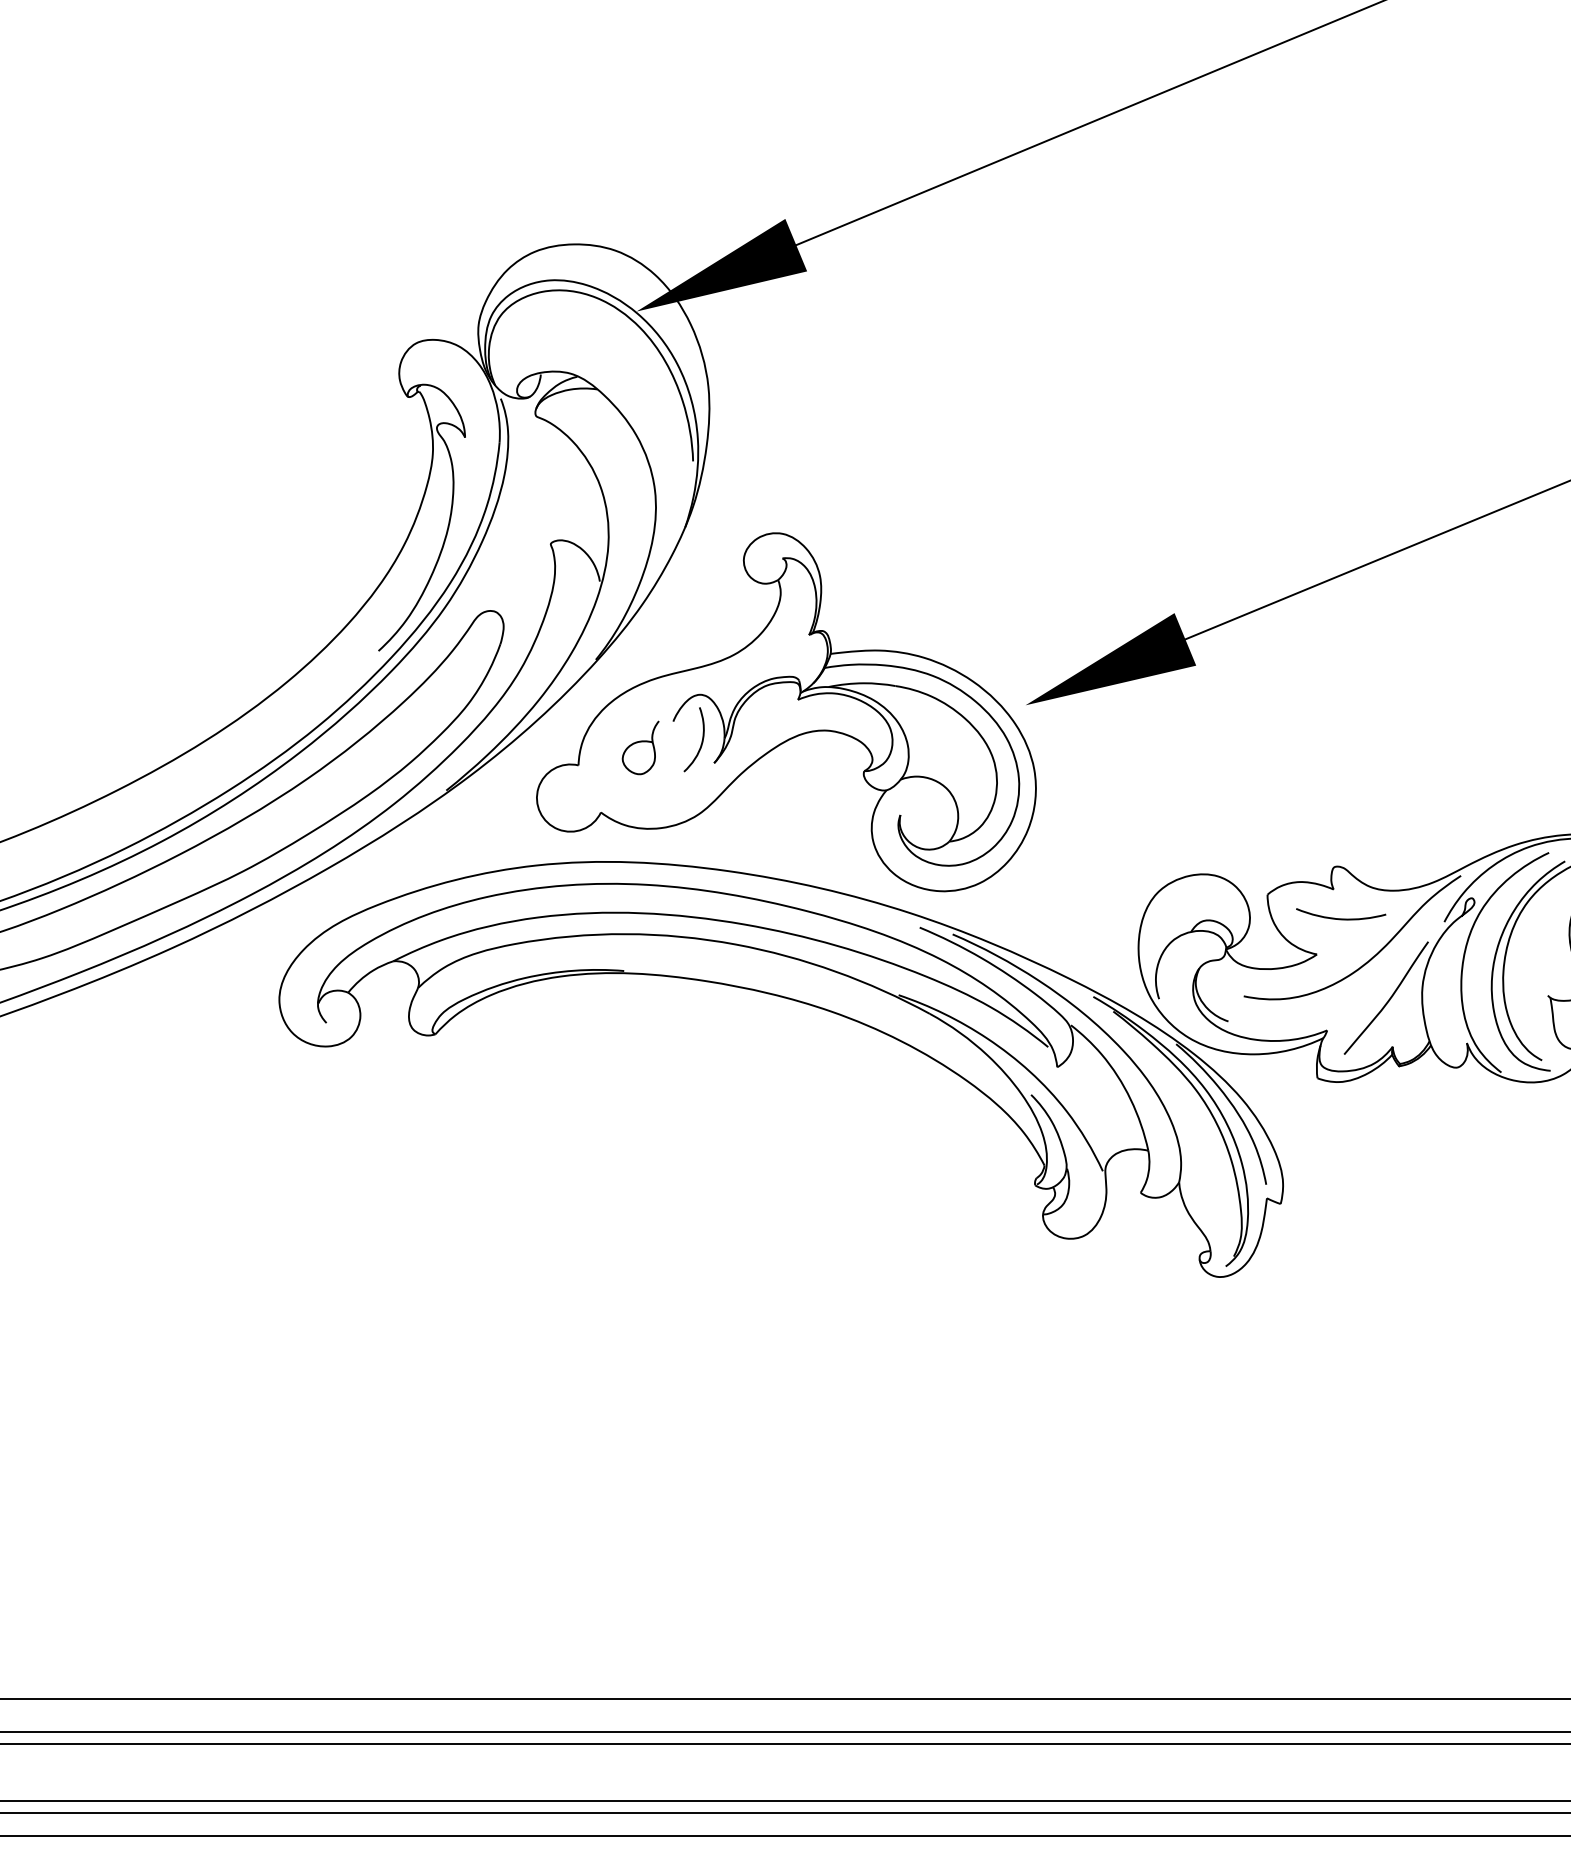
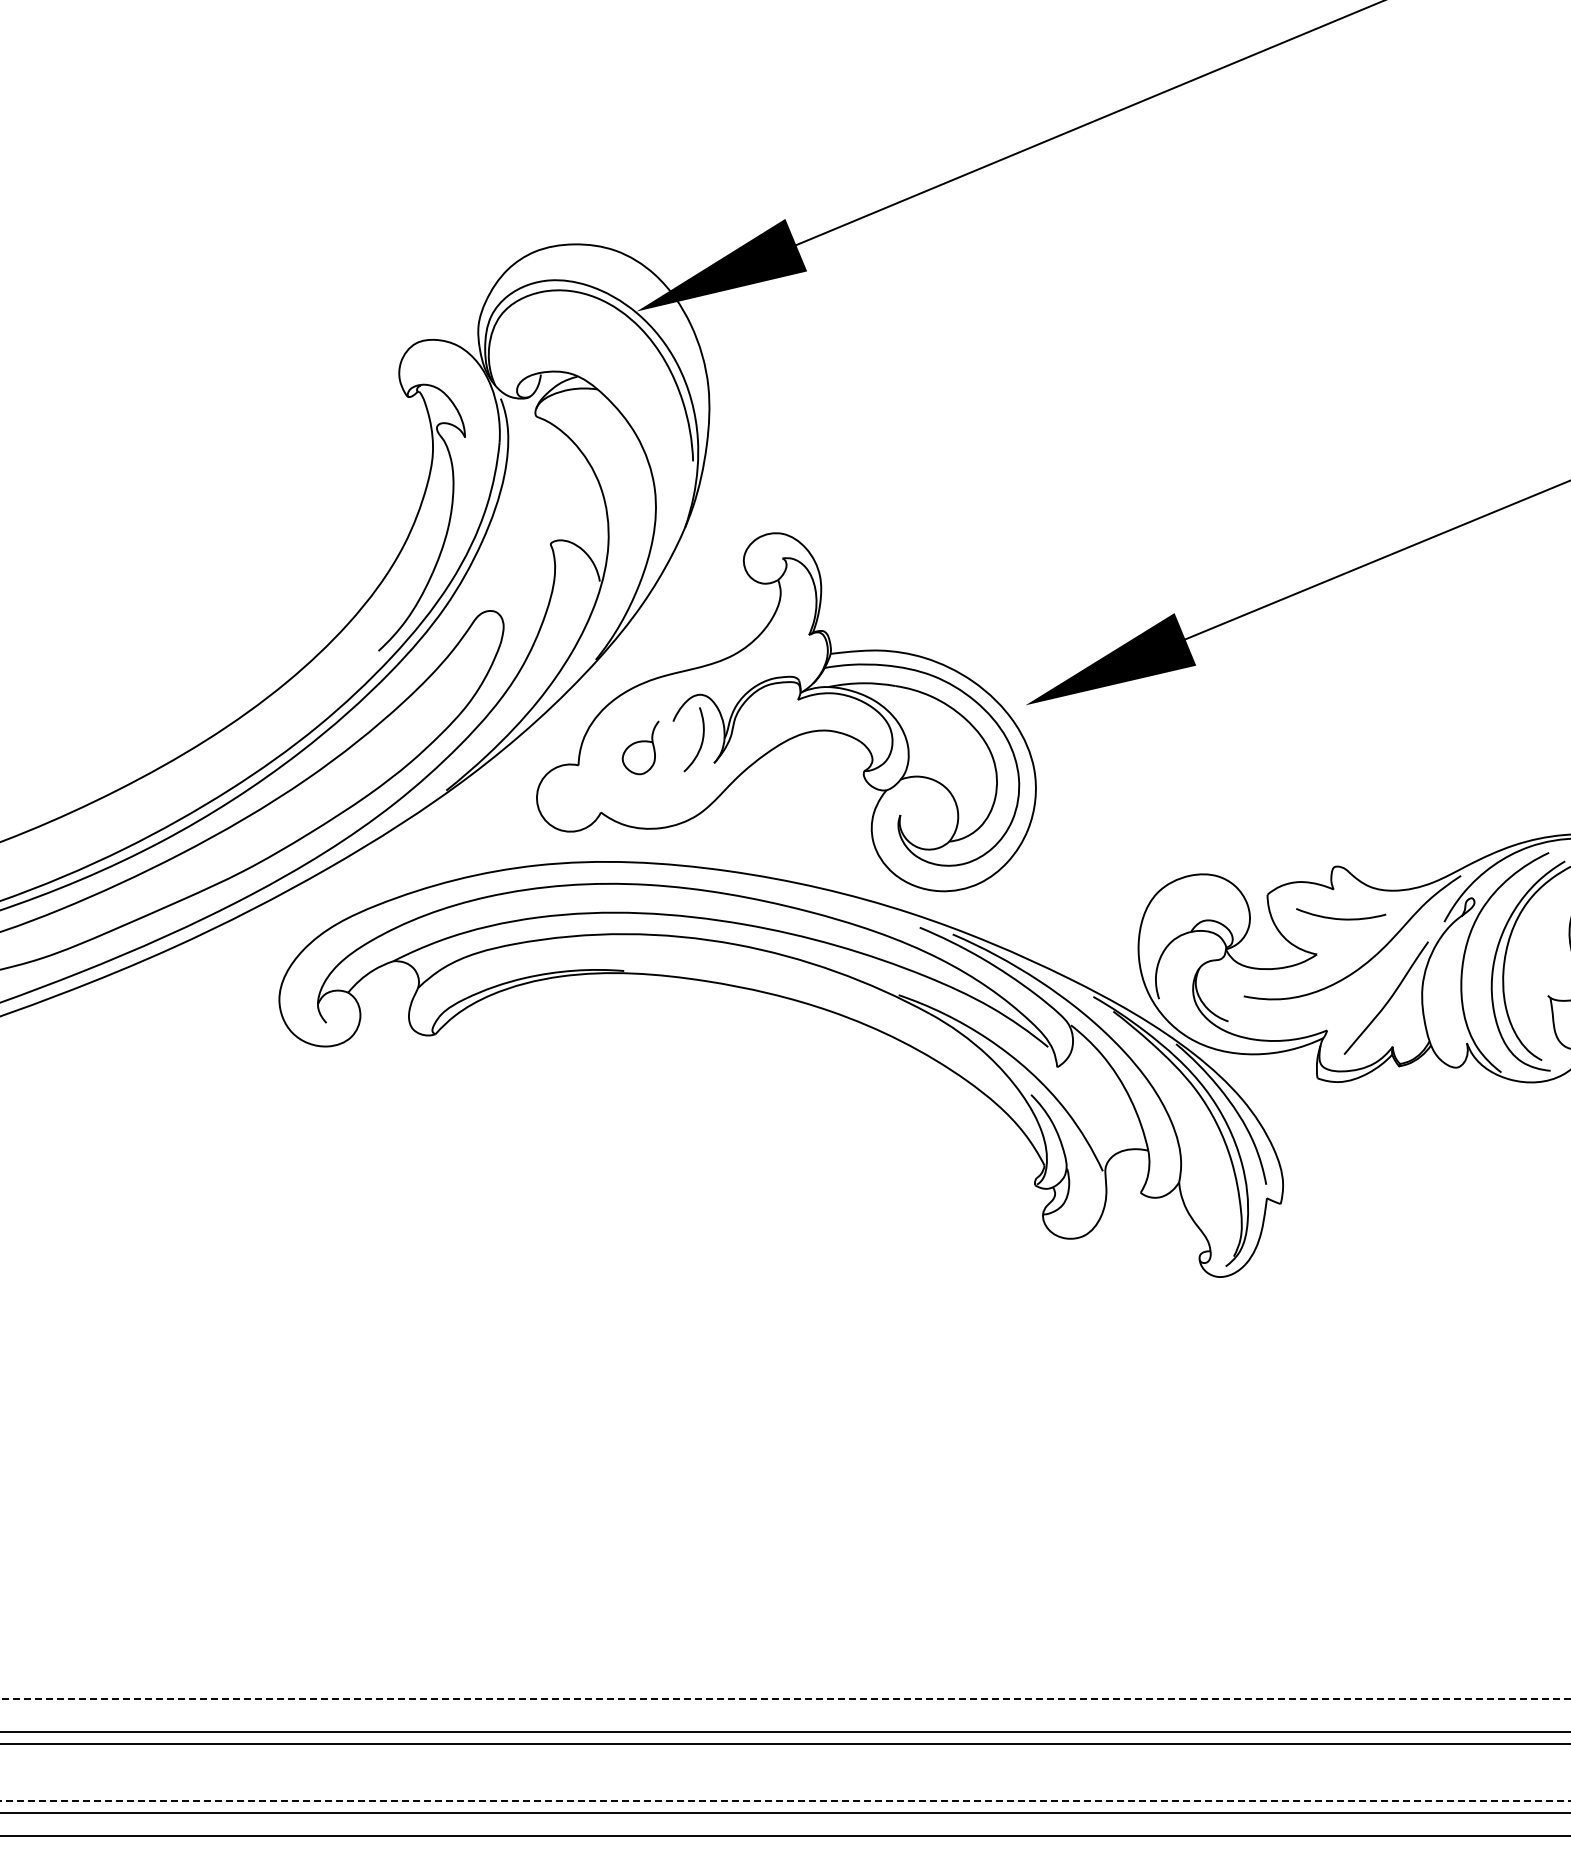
line at (785, 1699): solid -> dashed
line at (785, 1801): solid -> dashed
